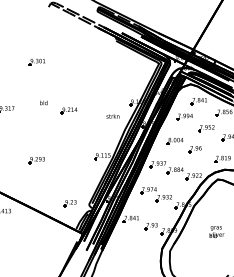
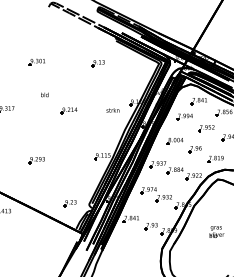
part at (97, 63): none -> present
text at (43, 102) position: (43, 102) -> (44, 94)
text at (112, 116) position: (112, 116) -> (112, 110)
part at (222, 158) position: (222, 158) -> (215, 158)
